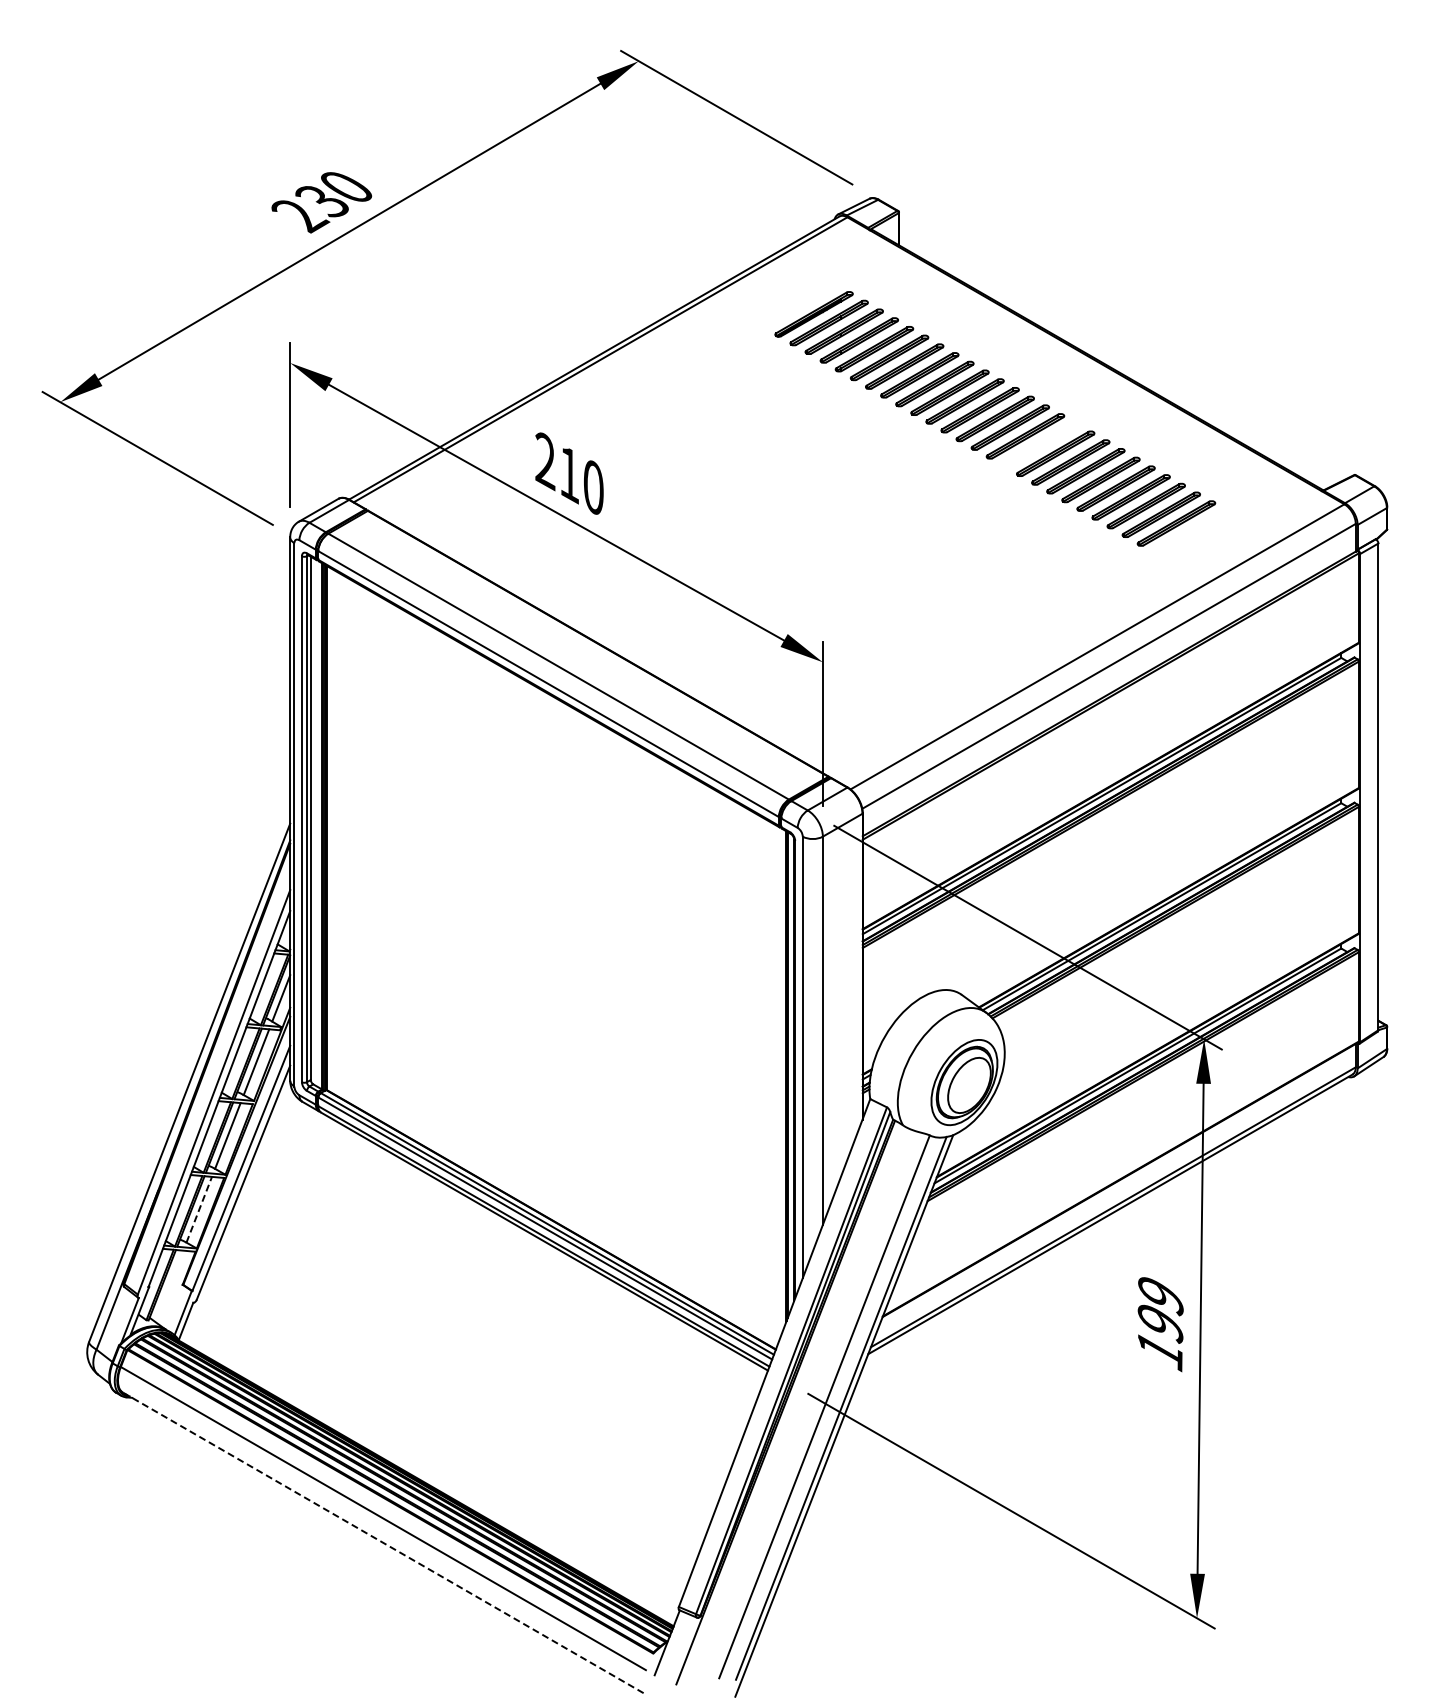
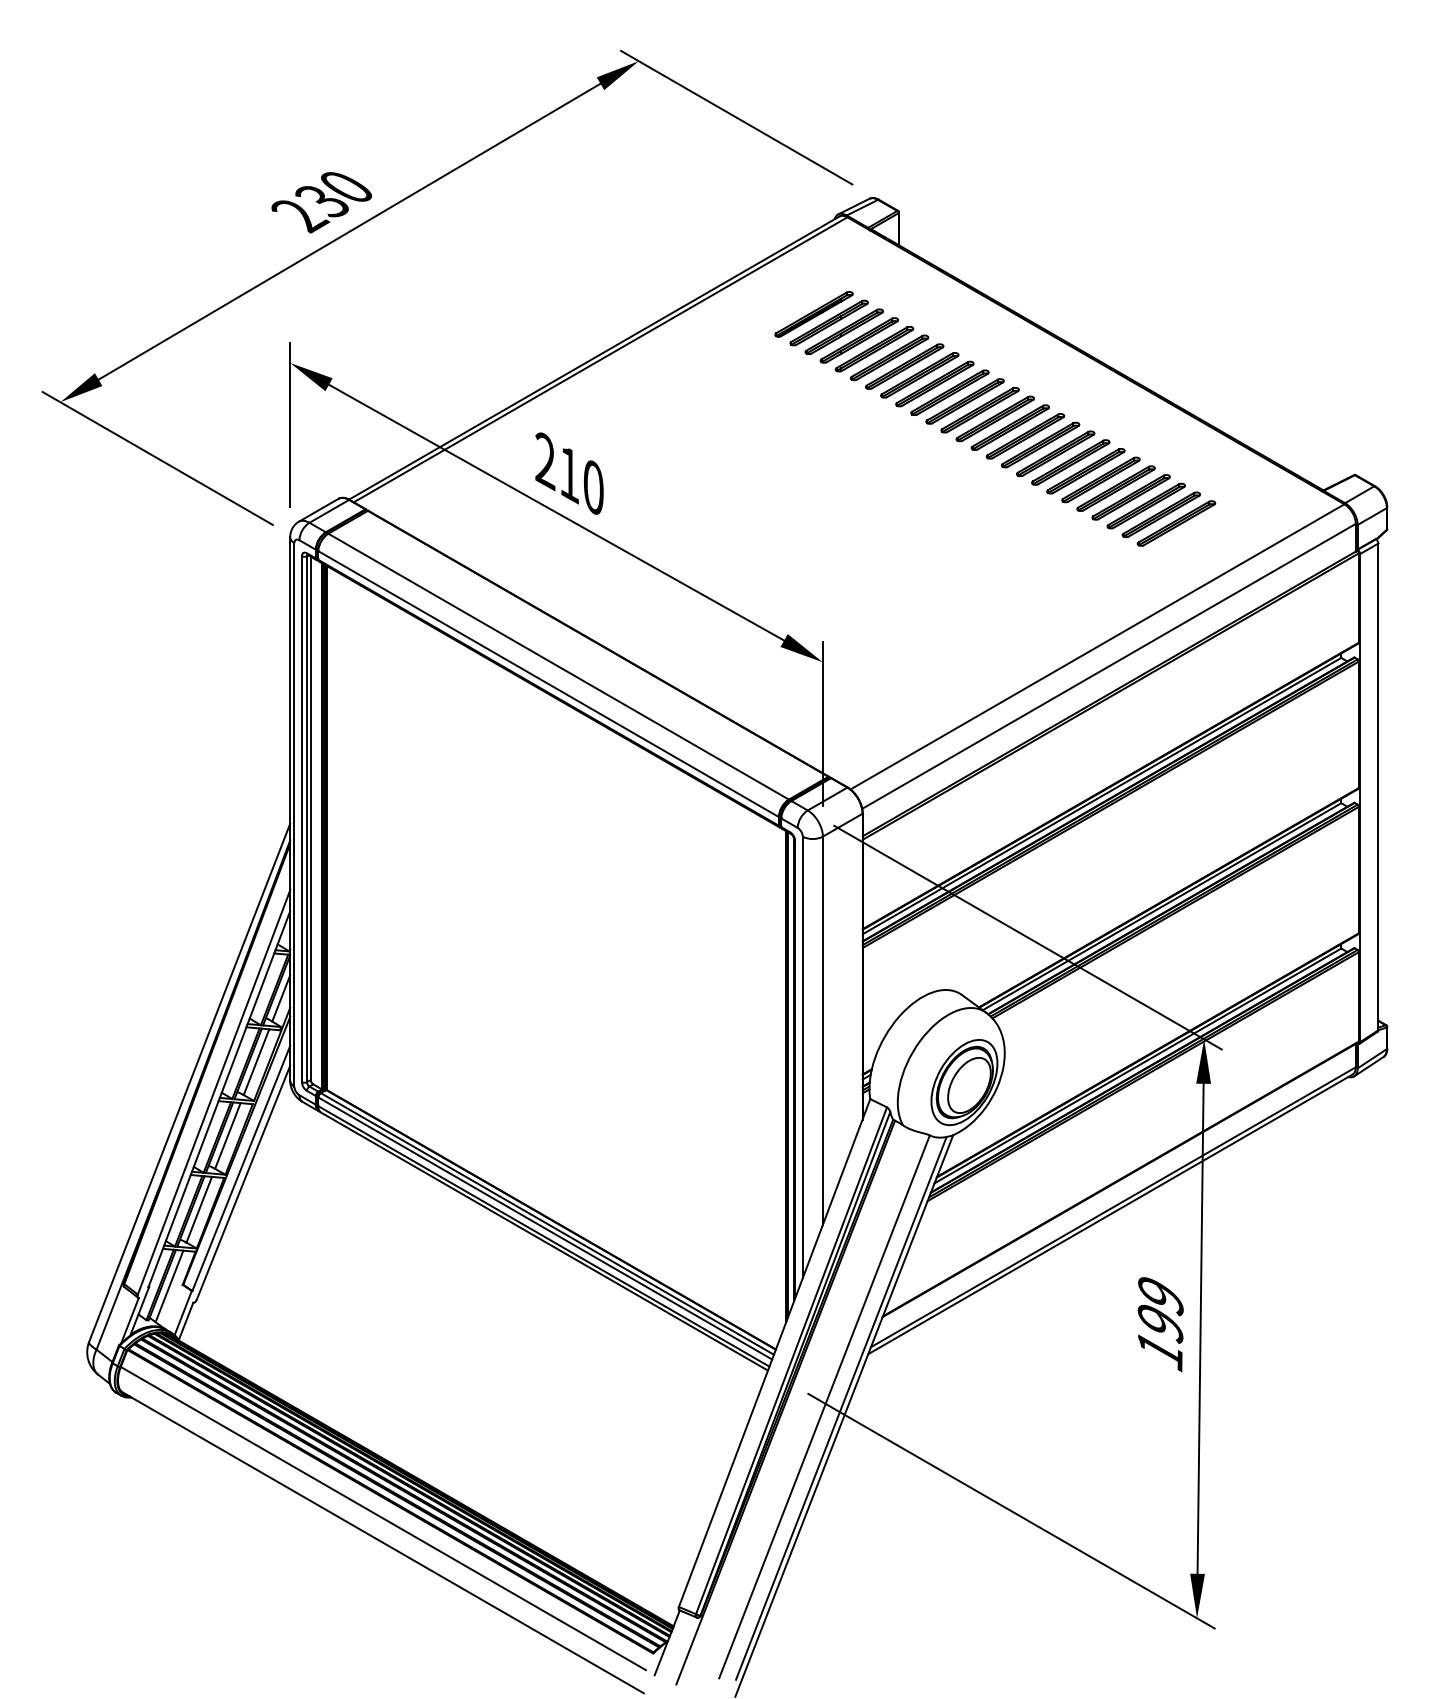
part at (1040, 444): none -> present
line at (199, 1209): dashed -> solid
line at (169, 1286): none -> present
line at (383, 1543): dashed -> solid
